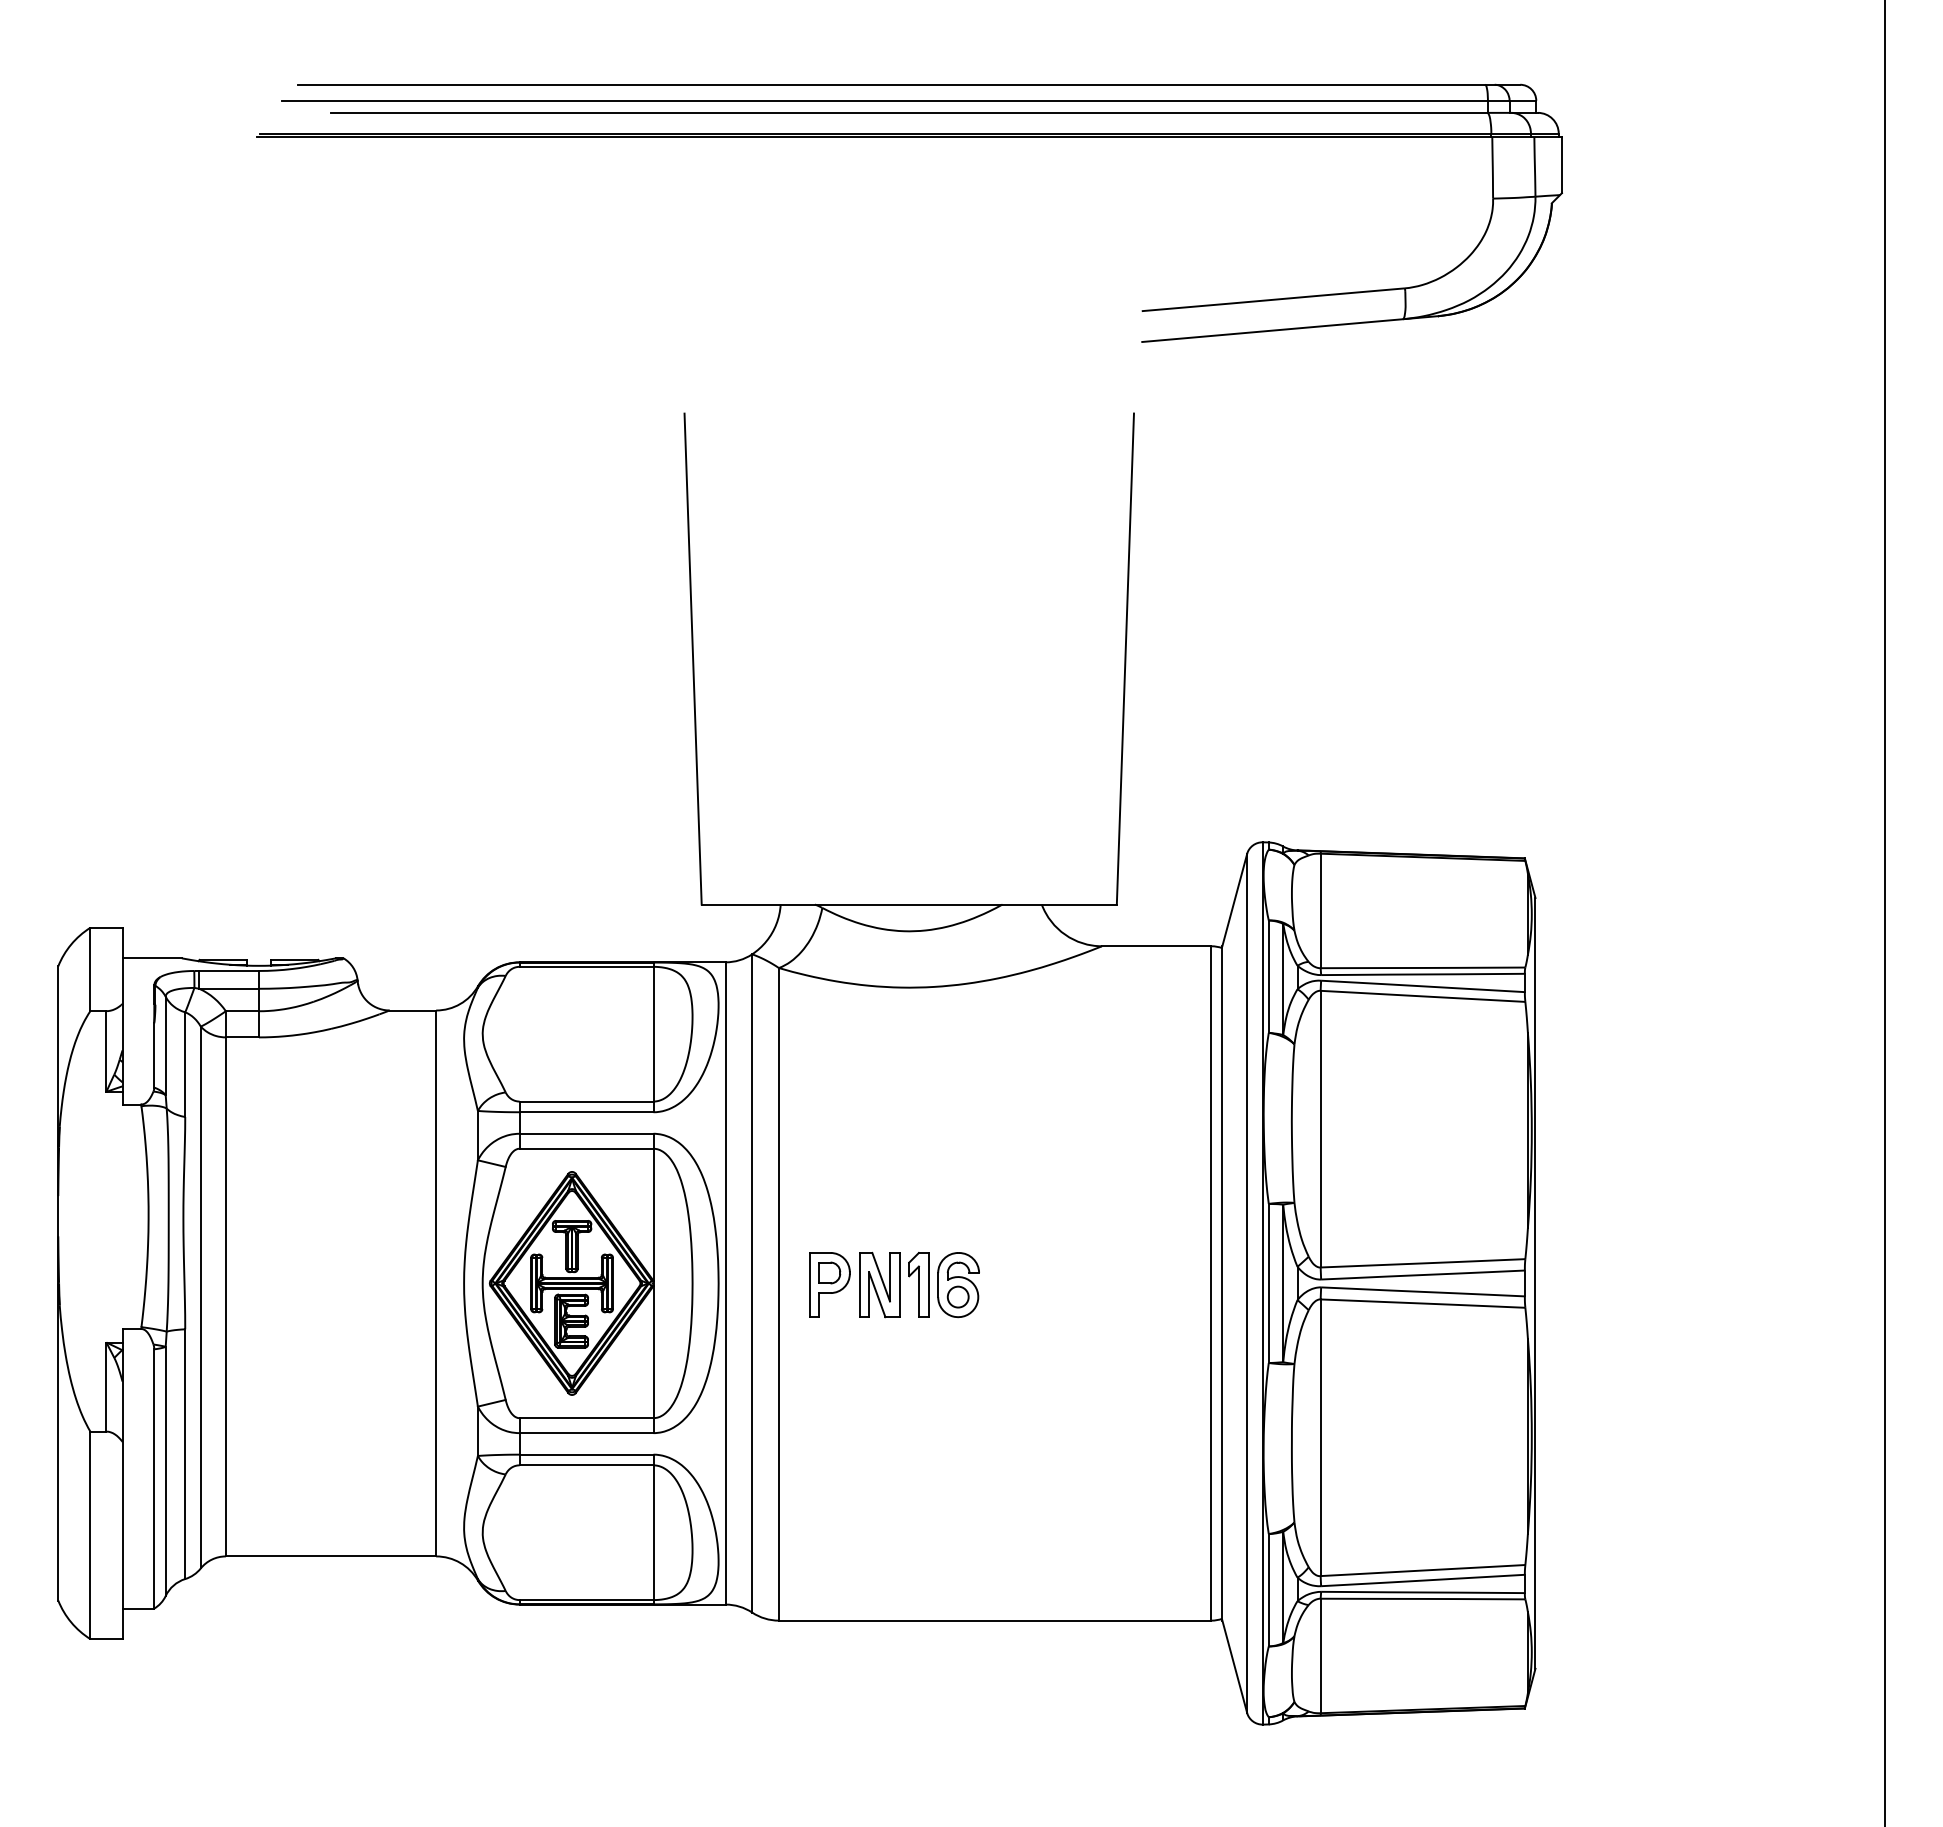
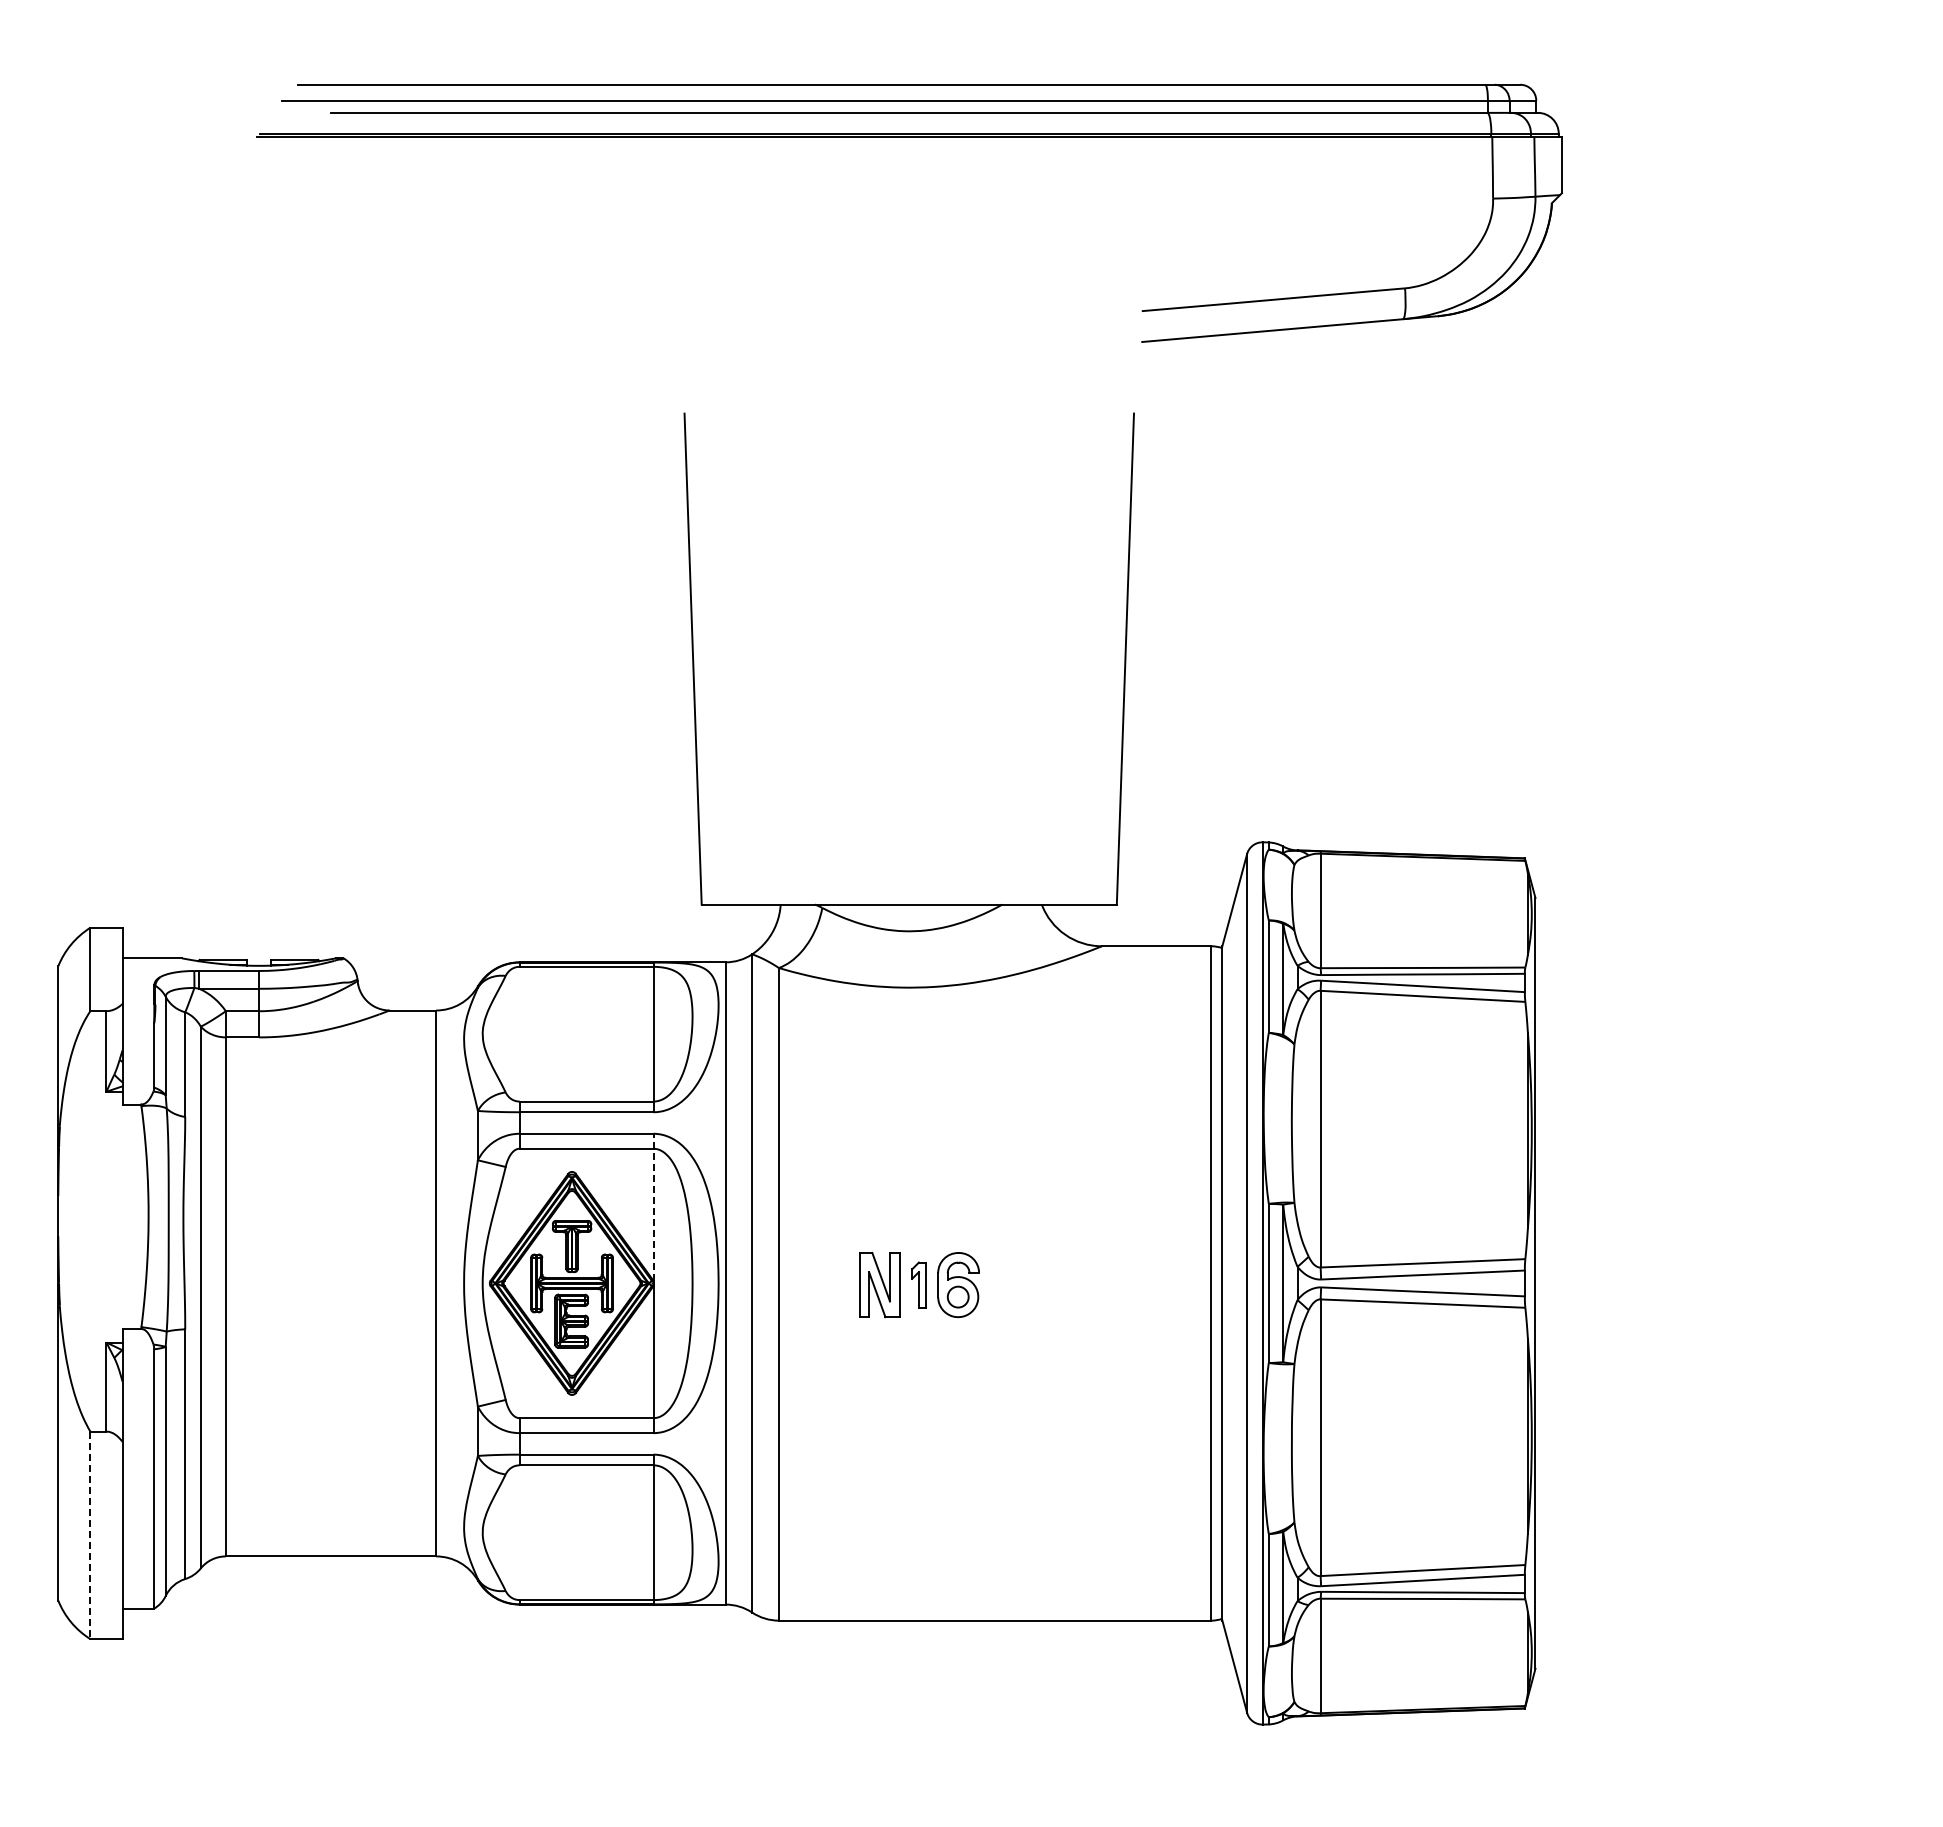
line at (1884, 912): present -> none
line at (653, 1207): solid -> dashed
part at (829, 1284): present -> none
part at (918, 1284) size: 22x66 px -> 16x48 px
line at (90, 1535): solid -> dashed
